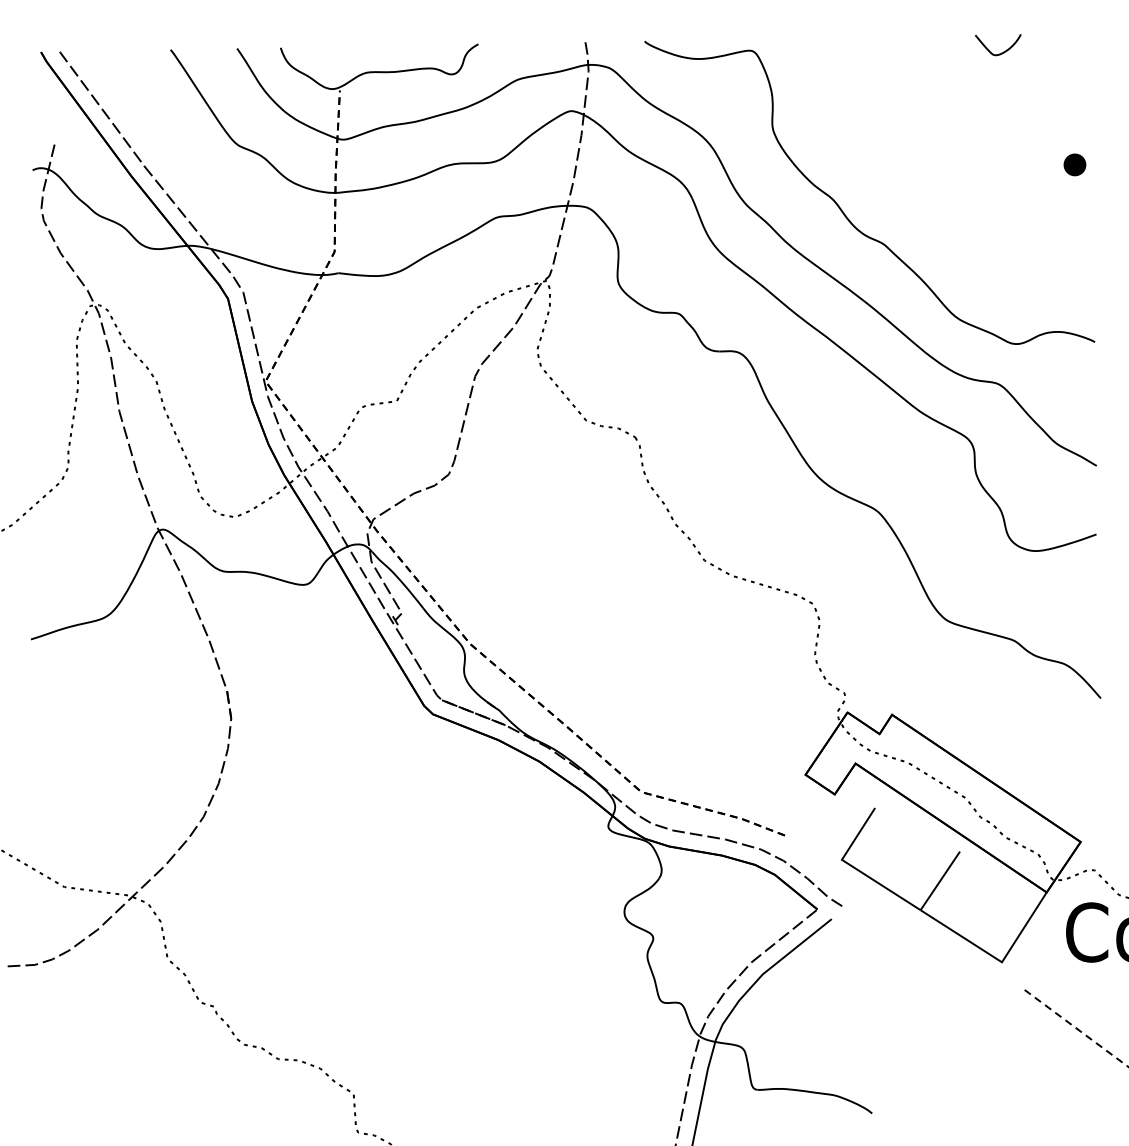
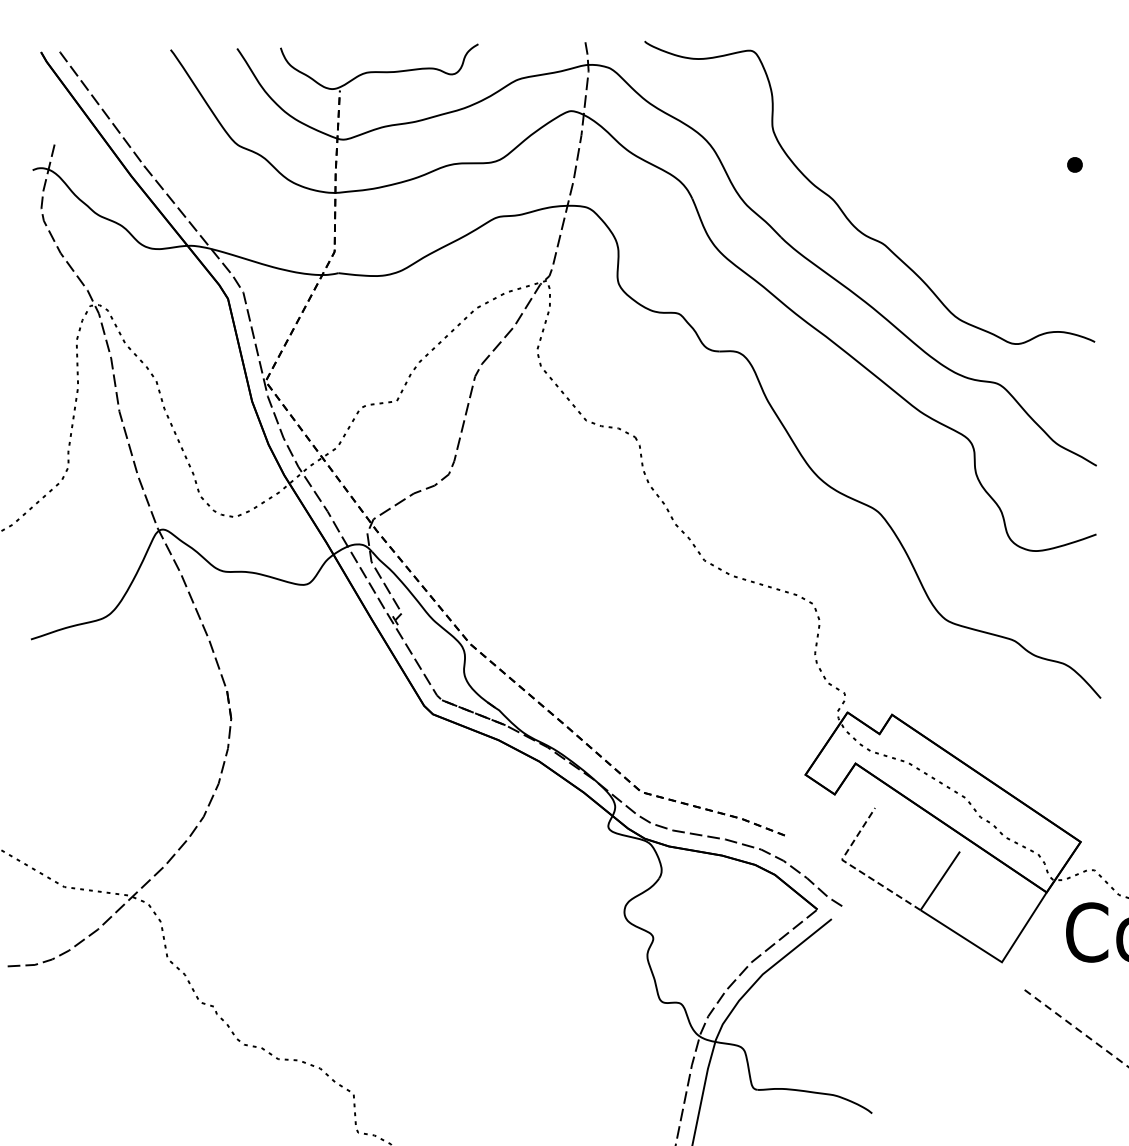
curve at (1001, 52): present -> none
part at (1074, 164) size: 24x24 px -> 16x16 px
line at (854, 867): solid -> dashed
